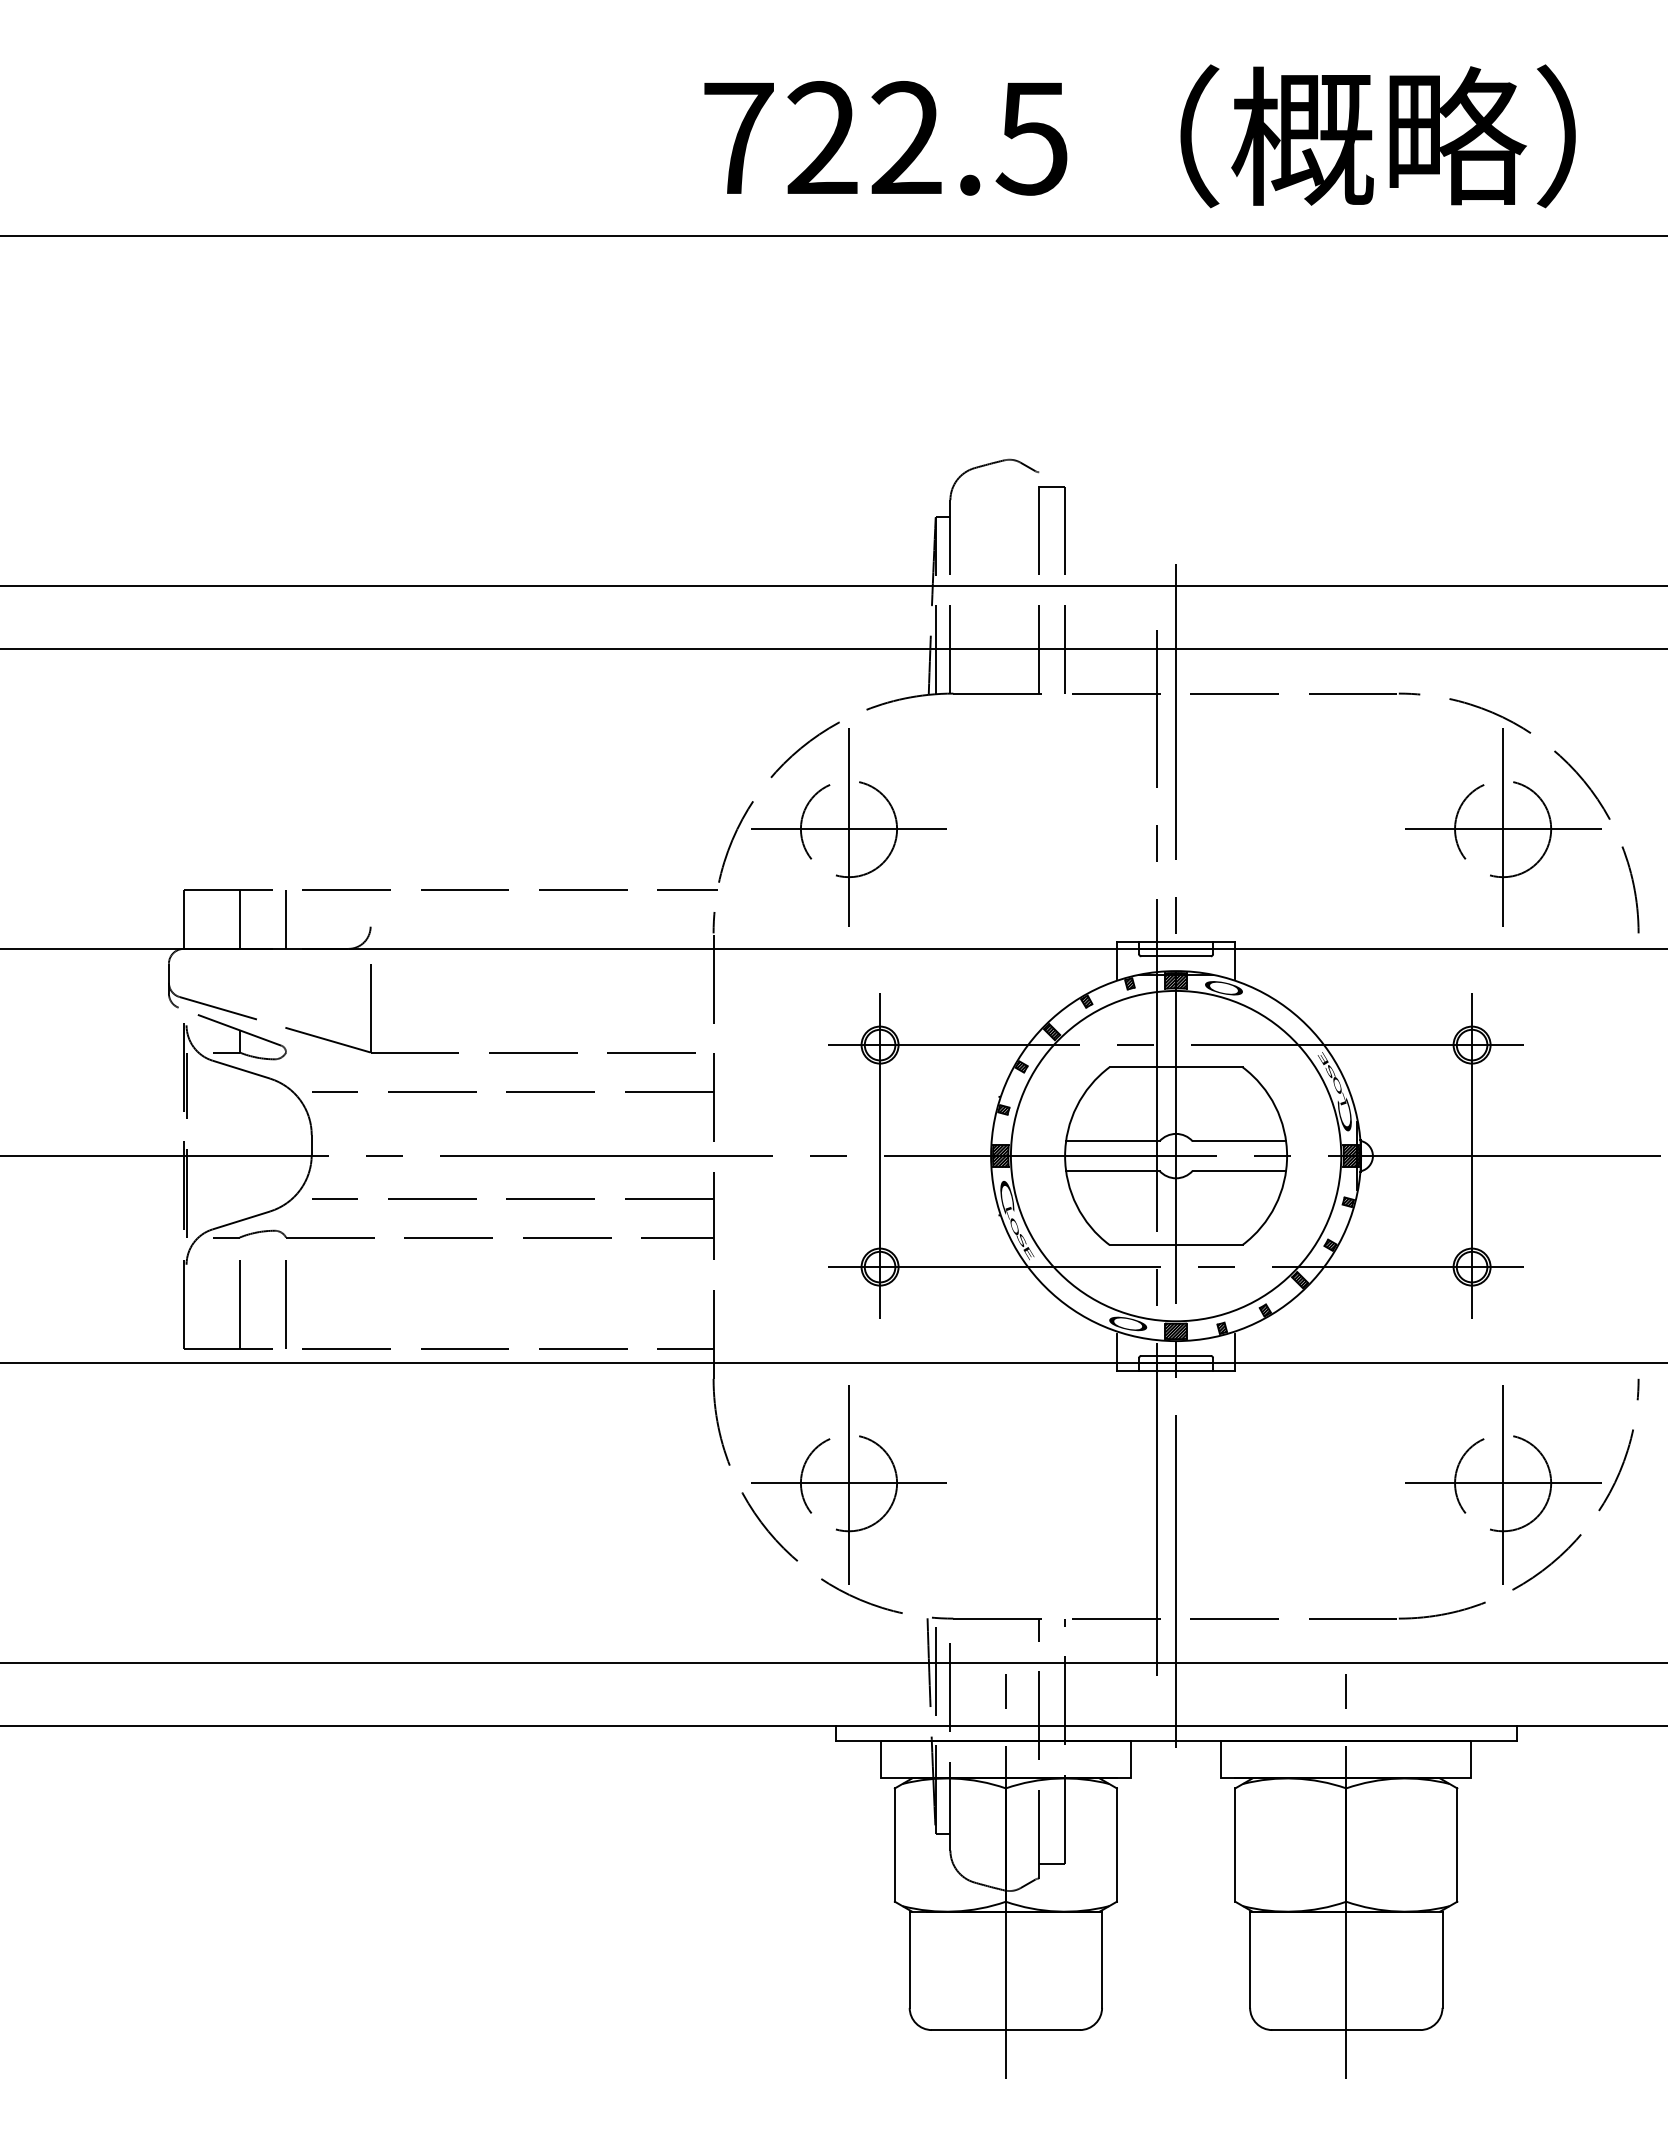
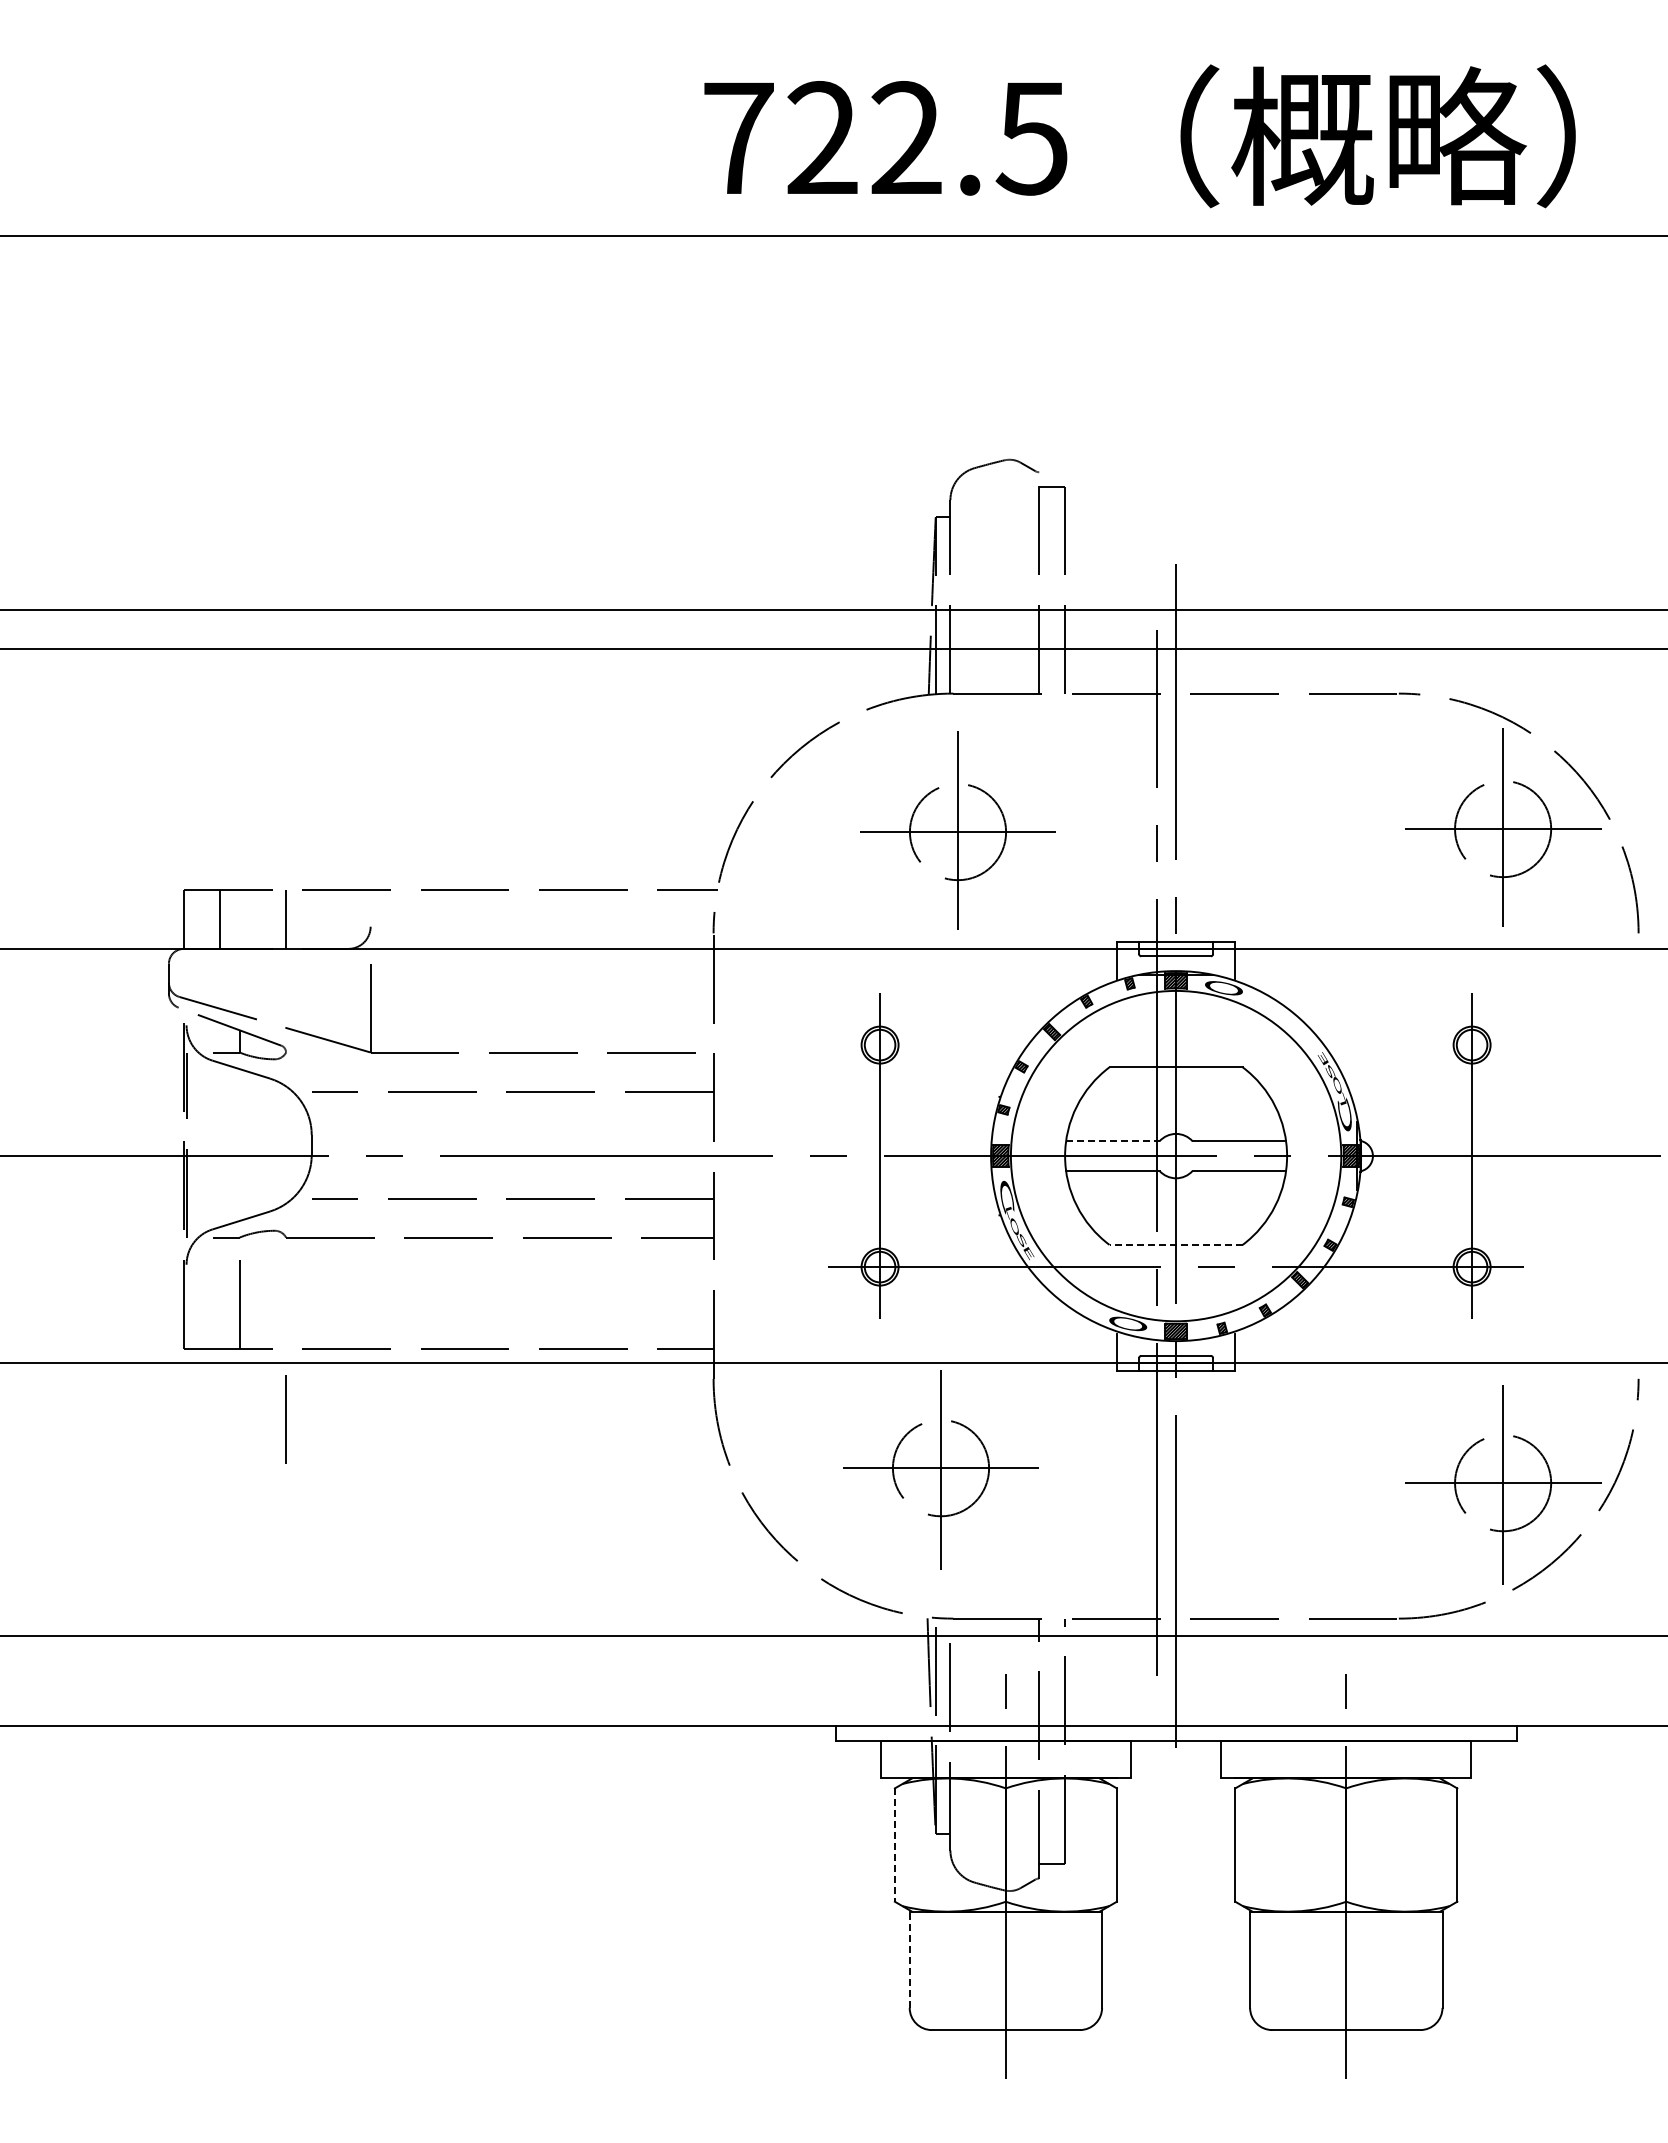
line at (833, 586) position: (833, 586) -> (833, 610)
part at (848, 827) position: (848, 827) -> (957, 830)
line at (239, 918) position: (239, 918) -> (219, 918)
line at (1175, 1045): present -> none
line at (1112, 1141): solid -> dashed
line at (1176, 1244): solid -> dashed
line at (285, 1304) position: (285, 1304) -> (285, 1419)
part at (848, 1484) position: (848, 1484) -> (940, 1469)
line at (833, 1663) position: (833, 1663) -> (833, 1636)
line at (894, 1845): solid -> dashed
line at (909, 1959): solid -> dashed
